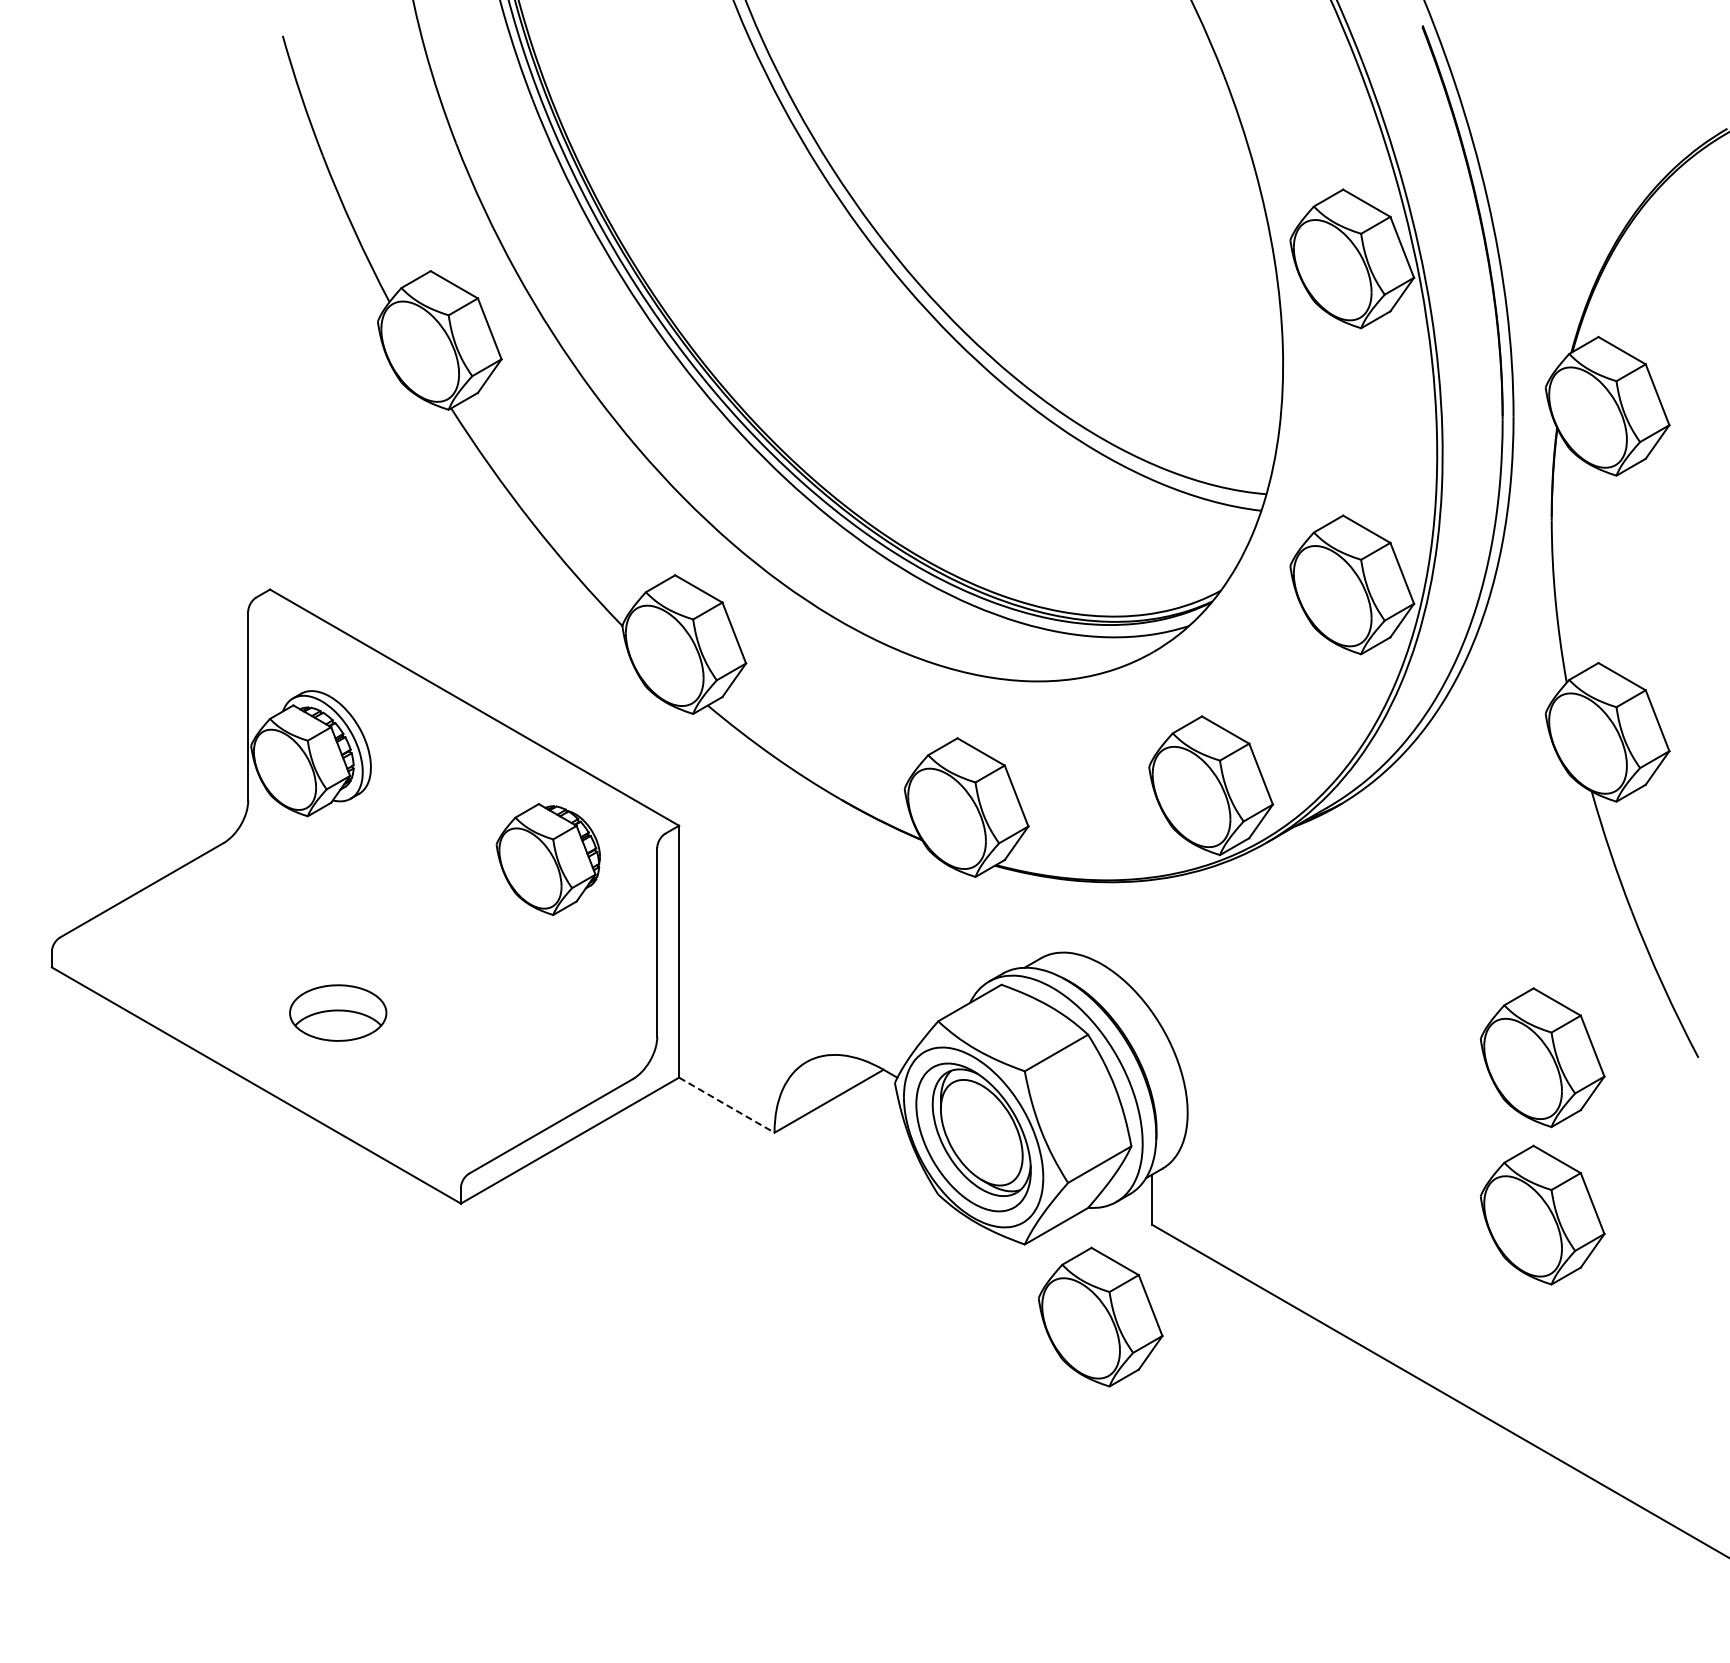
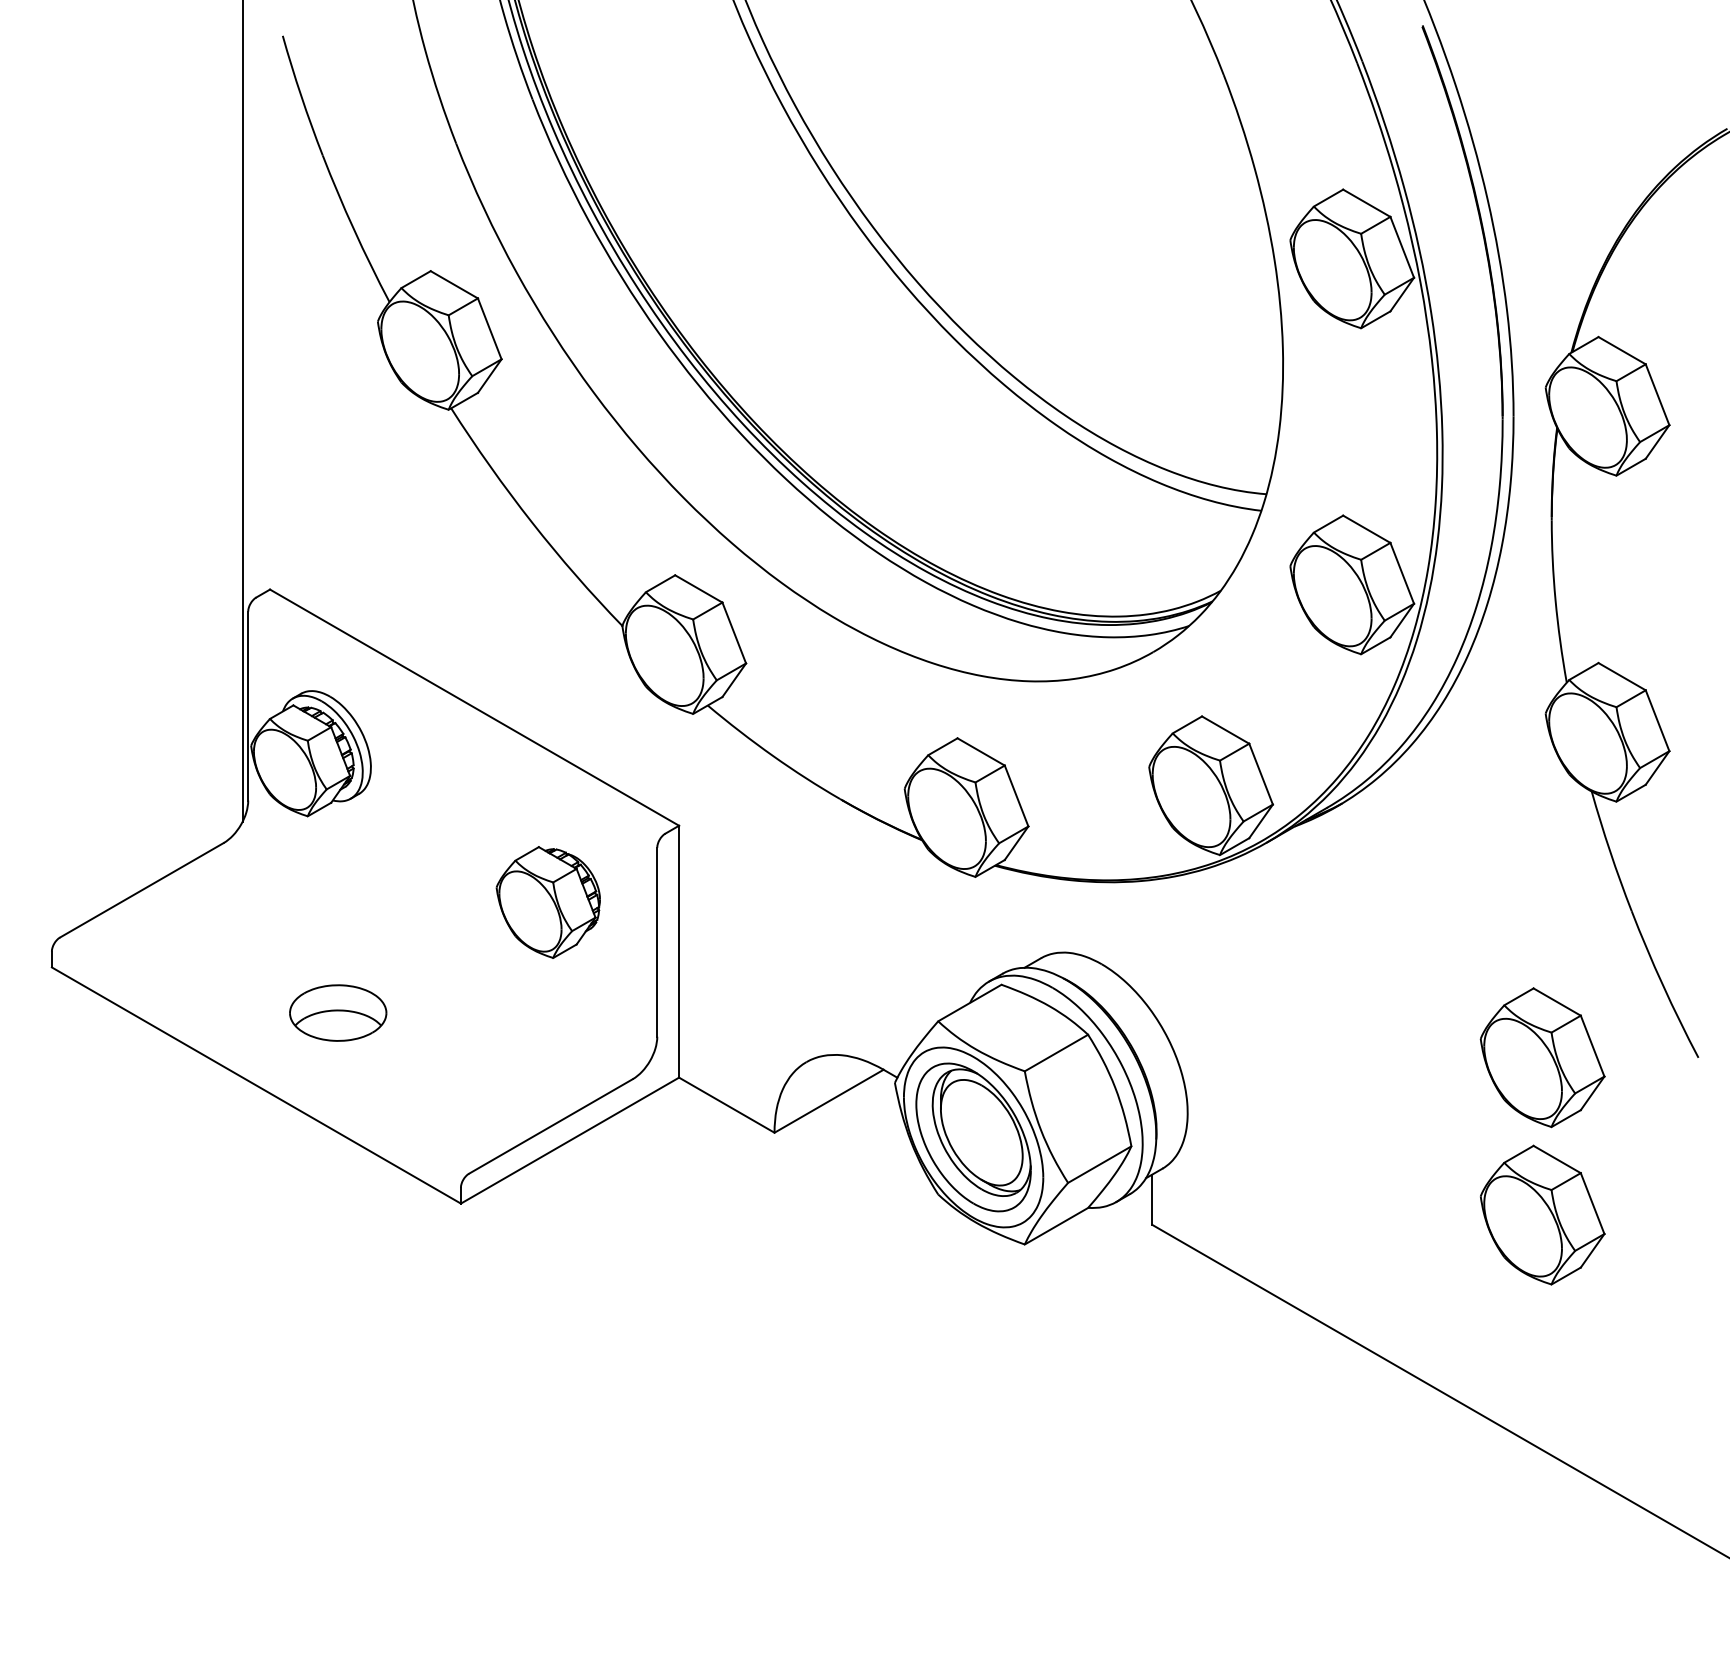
line at (242, 411): none -> present
part at (547, 859) position: (547, 859) -> (547, 902)
line at (727, 1105): dashed -> solid
part at (1100, 1316): present -> none
